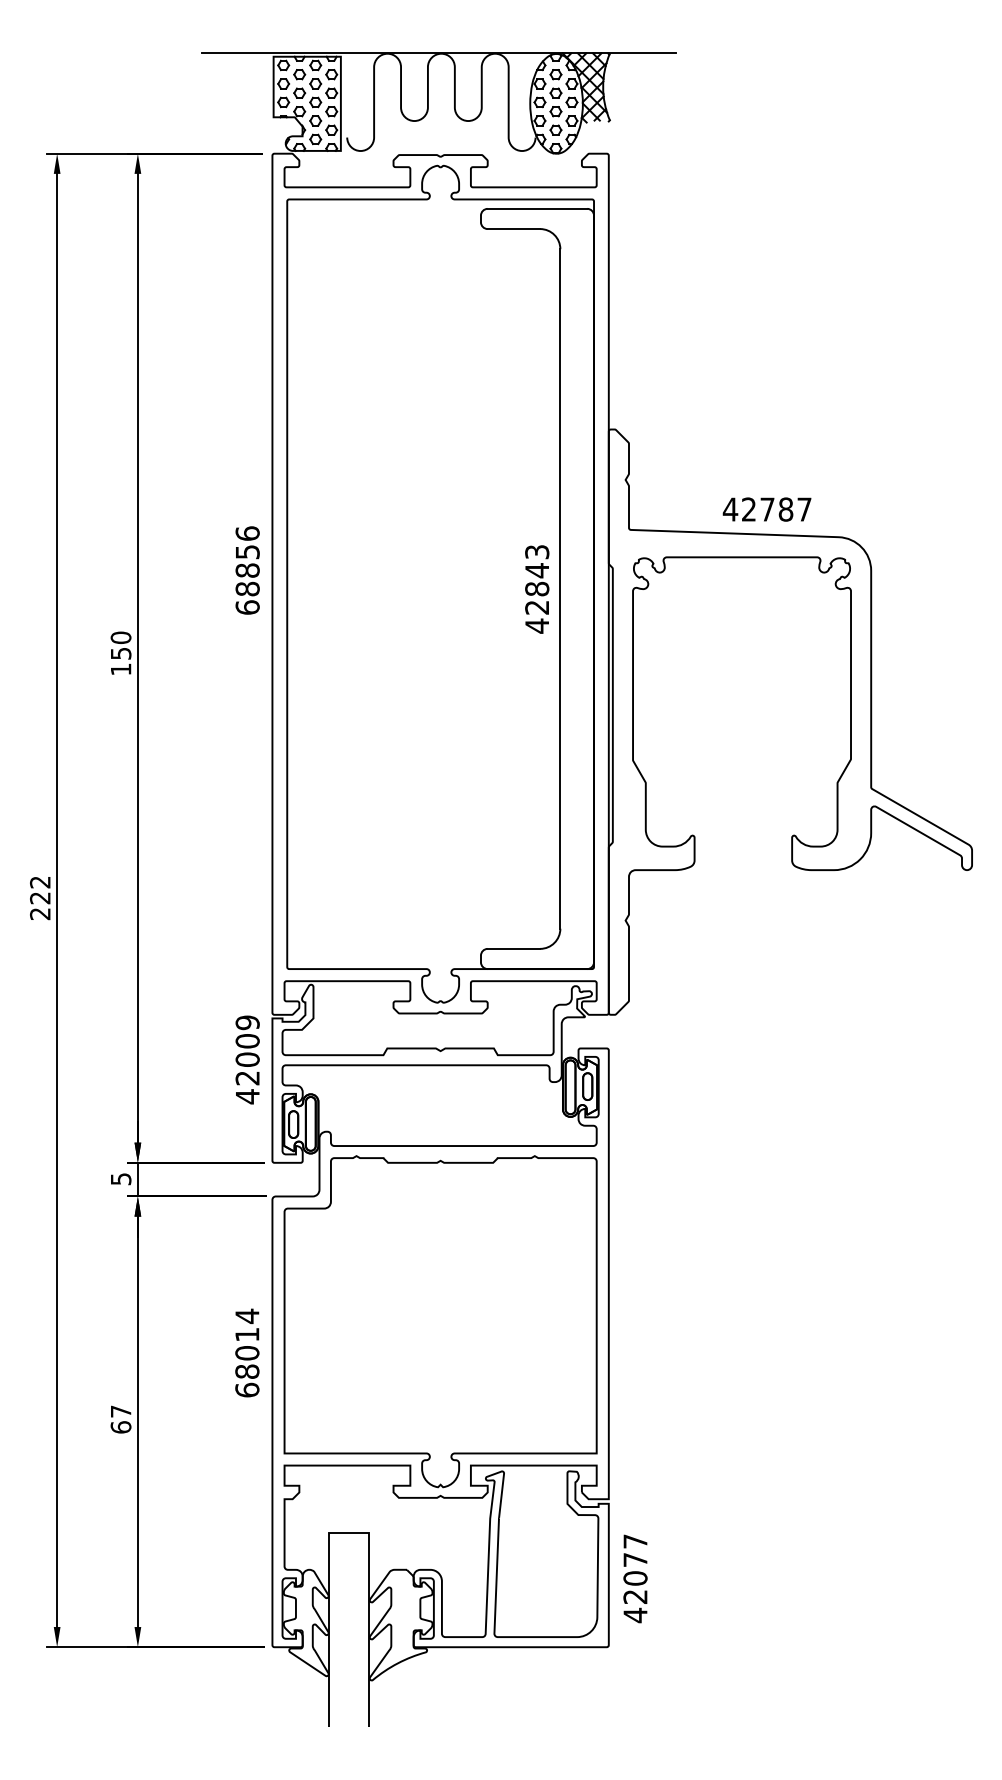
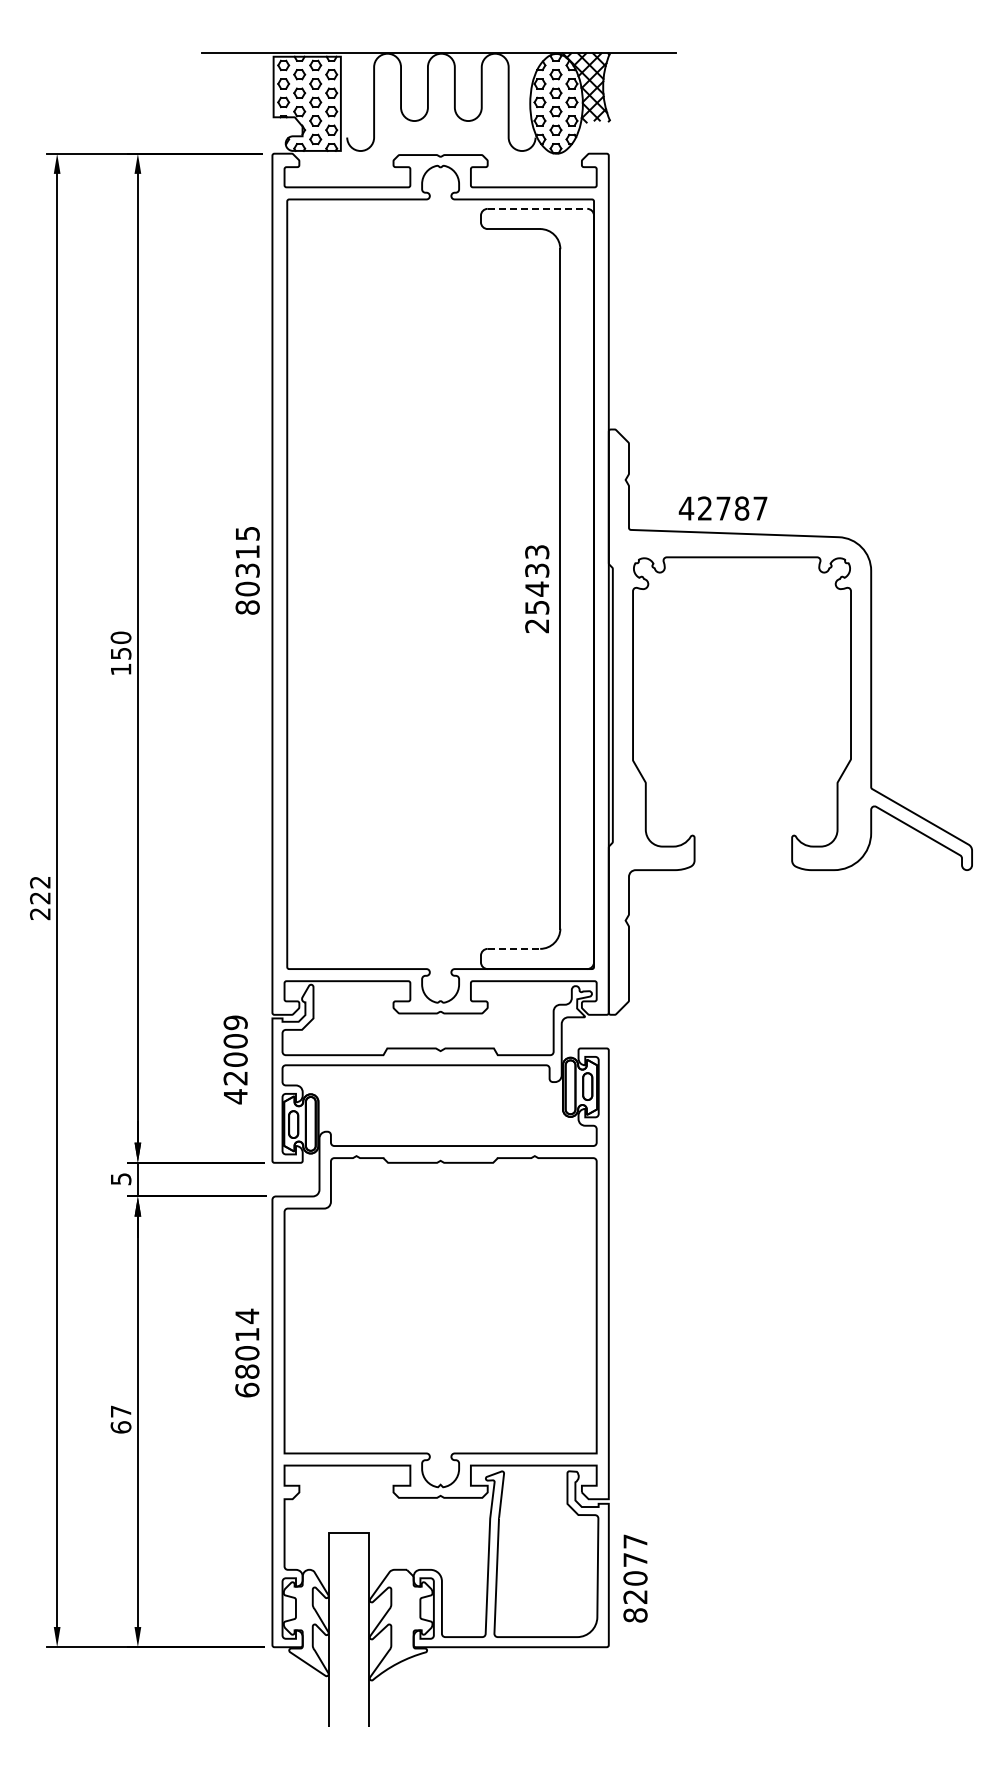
line at (537, 208): solid -> dashed
text at (766, 509) position: (766, 509) -> (722, 508)
text at (247, 570): 68856 -> 80315
text at (537, 598): 42843 -> 25433
line at (514, 948): solid -> dashed
text at (247, 1059) position: (247, 1059) -> (235, 1059)
text at (635, 1615): 42077 -> 82077
